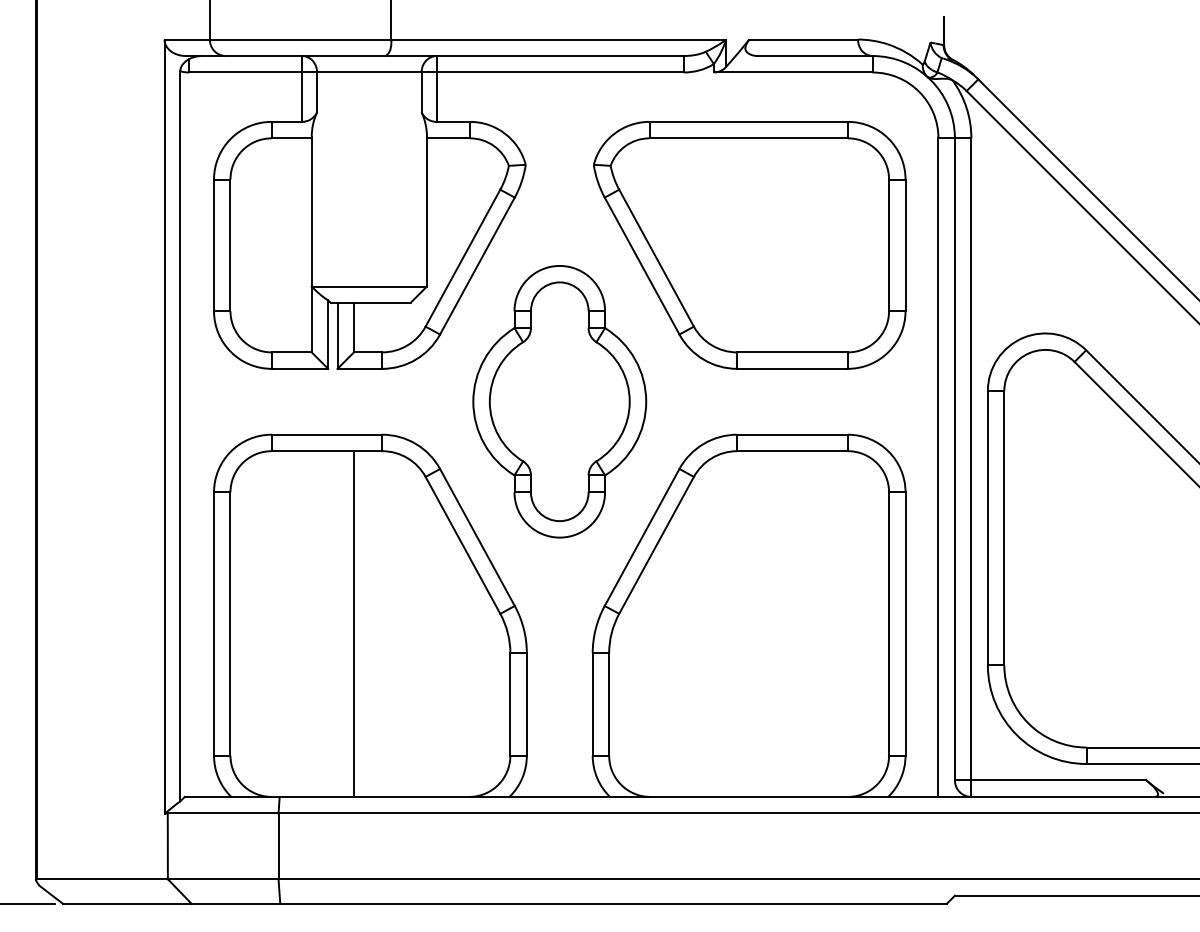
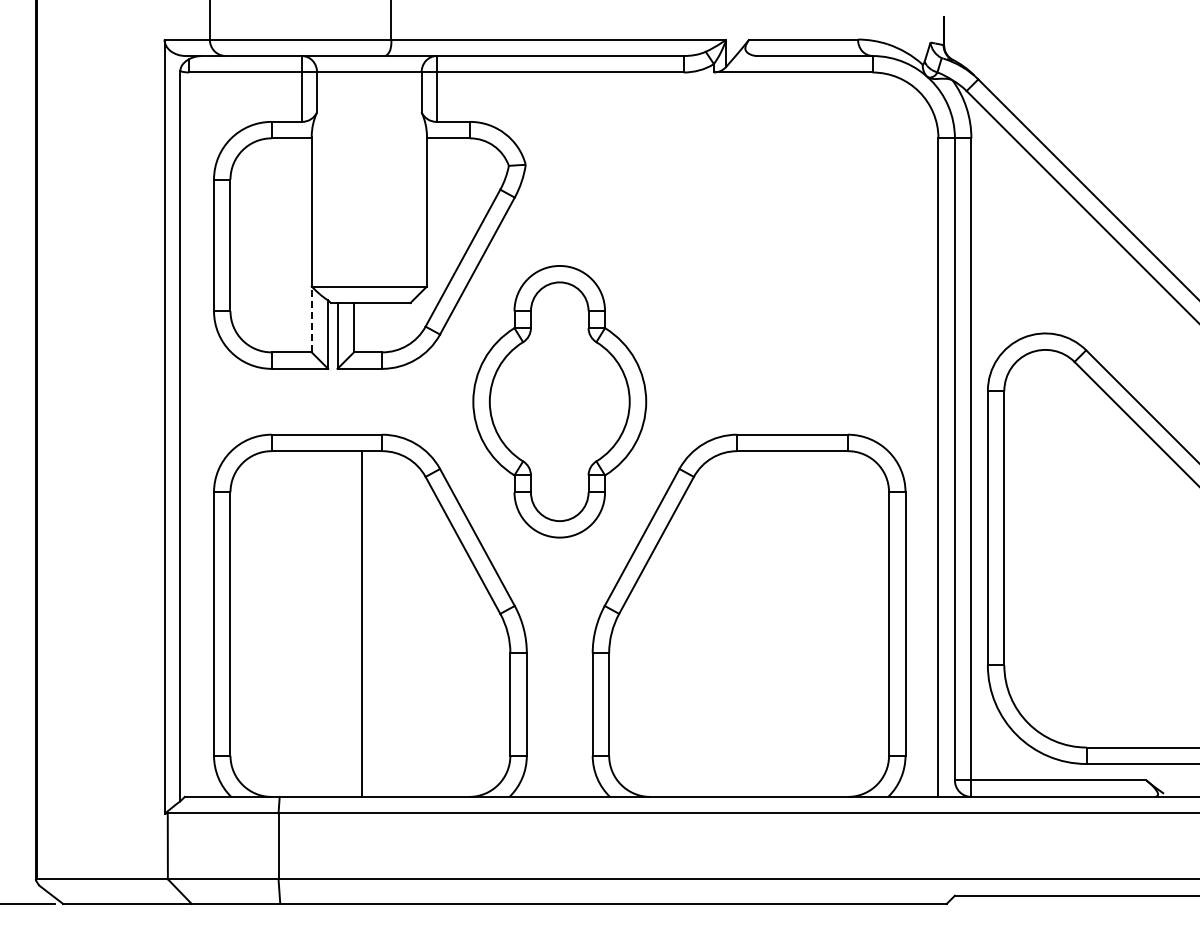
part at (749, 245): present -> none
line at (311, 319): solid -> dashed
line at (353, 623) position: (353, 623) -> (361, 623)
